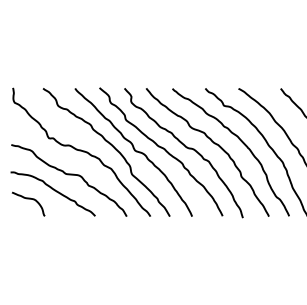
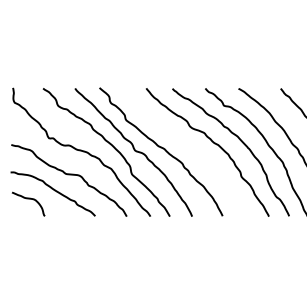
curve at (186, 148): present -> none
